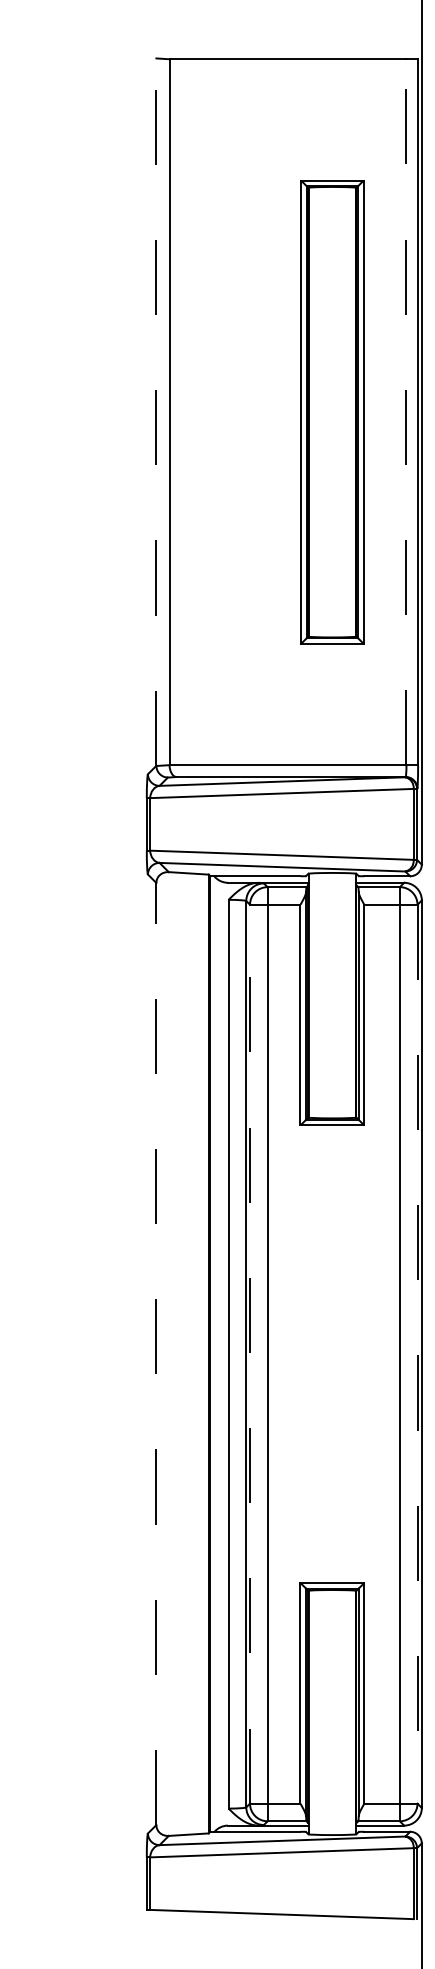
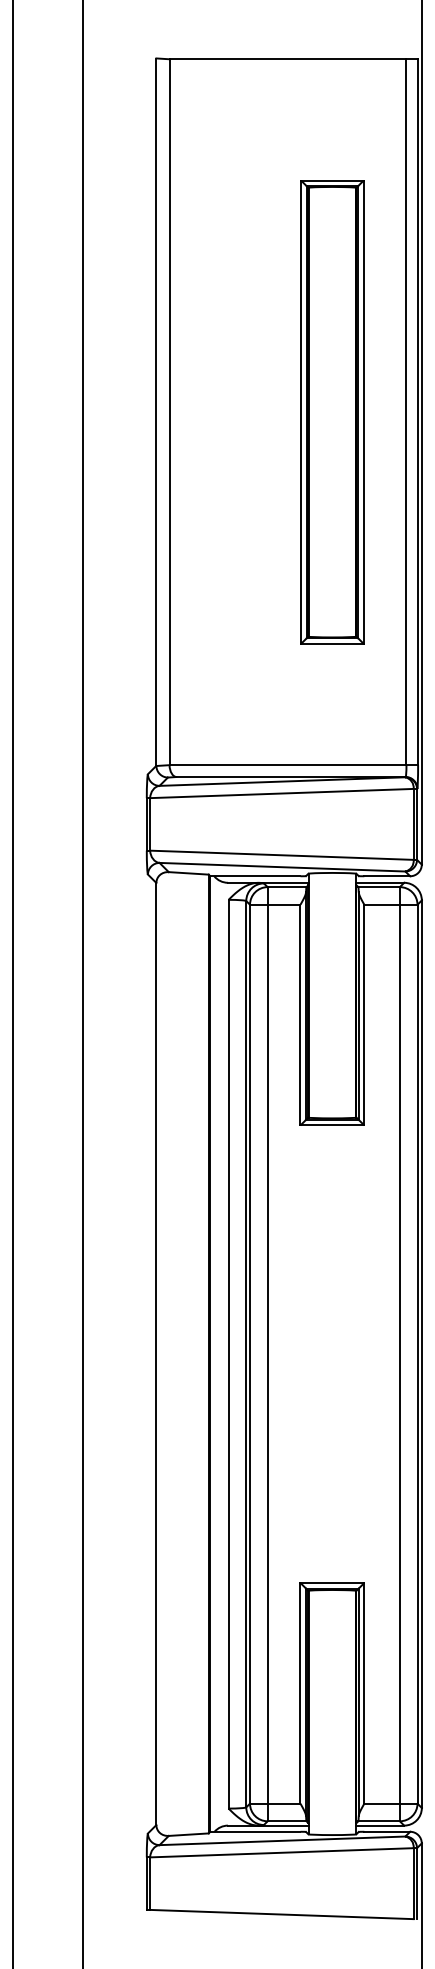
line at (406, 411): dashed -> solid
line at (156, 412): dashed -> solid
line at (13, 983): none -> present
line at (83, 983): none -> present
line at (156, 1353): dashed -> solid
line at (250, 1353): dashed -> solid
line at (417, 1354): dashed -> solid
